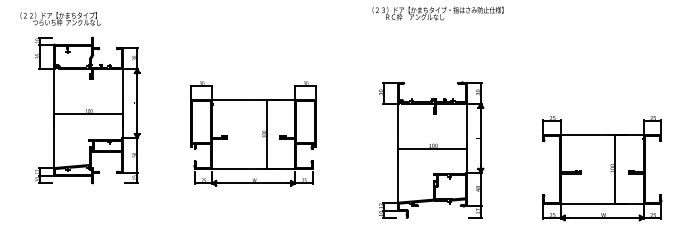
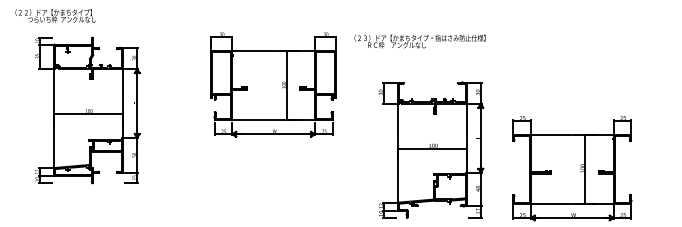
text at (437, 13) position: (437, 13) -> (419, 41)
text at (60, 18) position: (60, 18) -> (55, 15)
part at (253, 133) position: (253, 133) -> (273, 84)
part at (602, 168) position: (602, 168) -> (572, 168)
